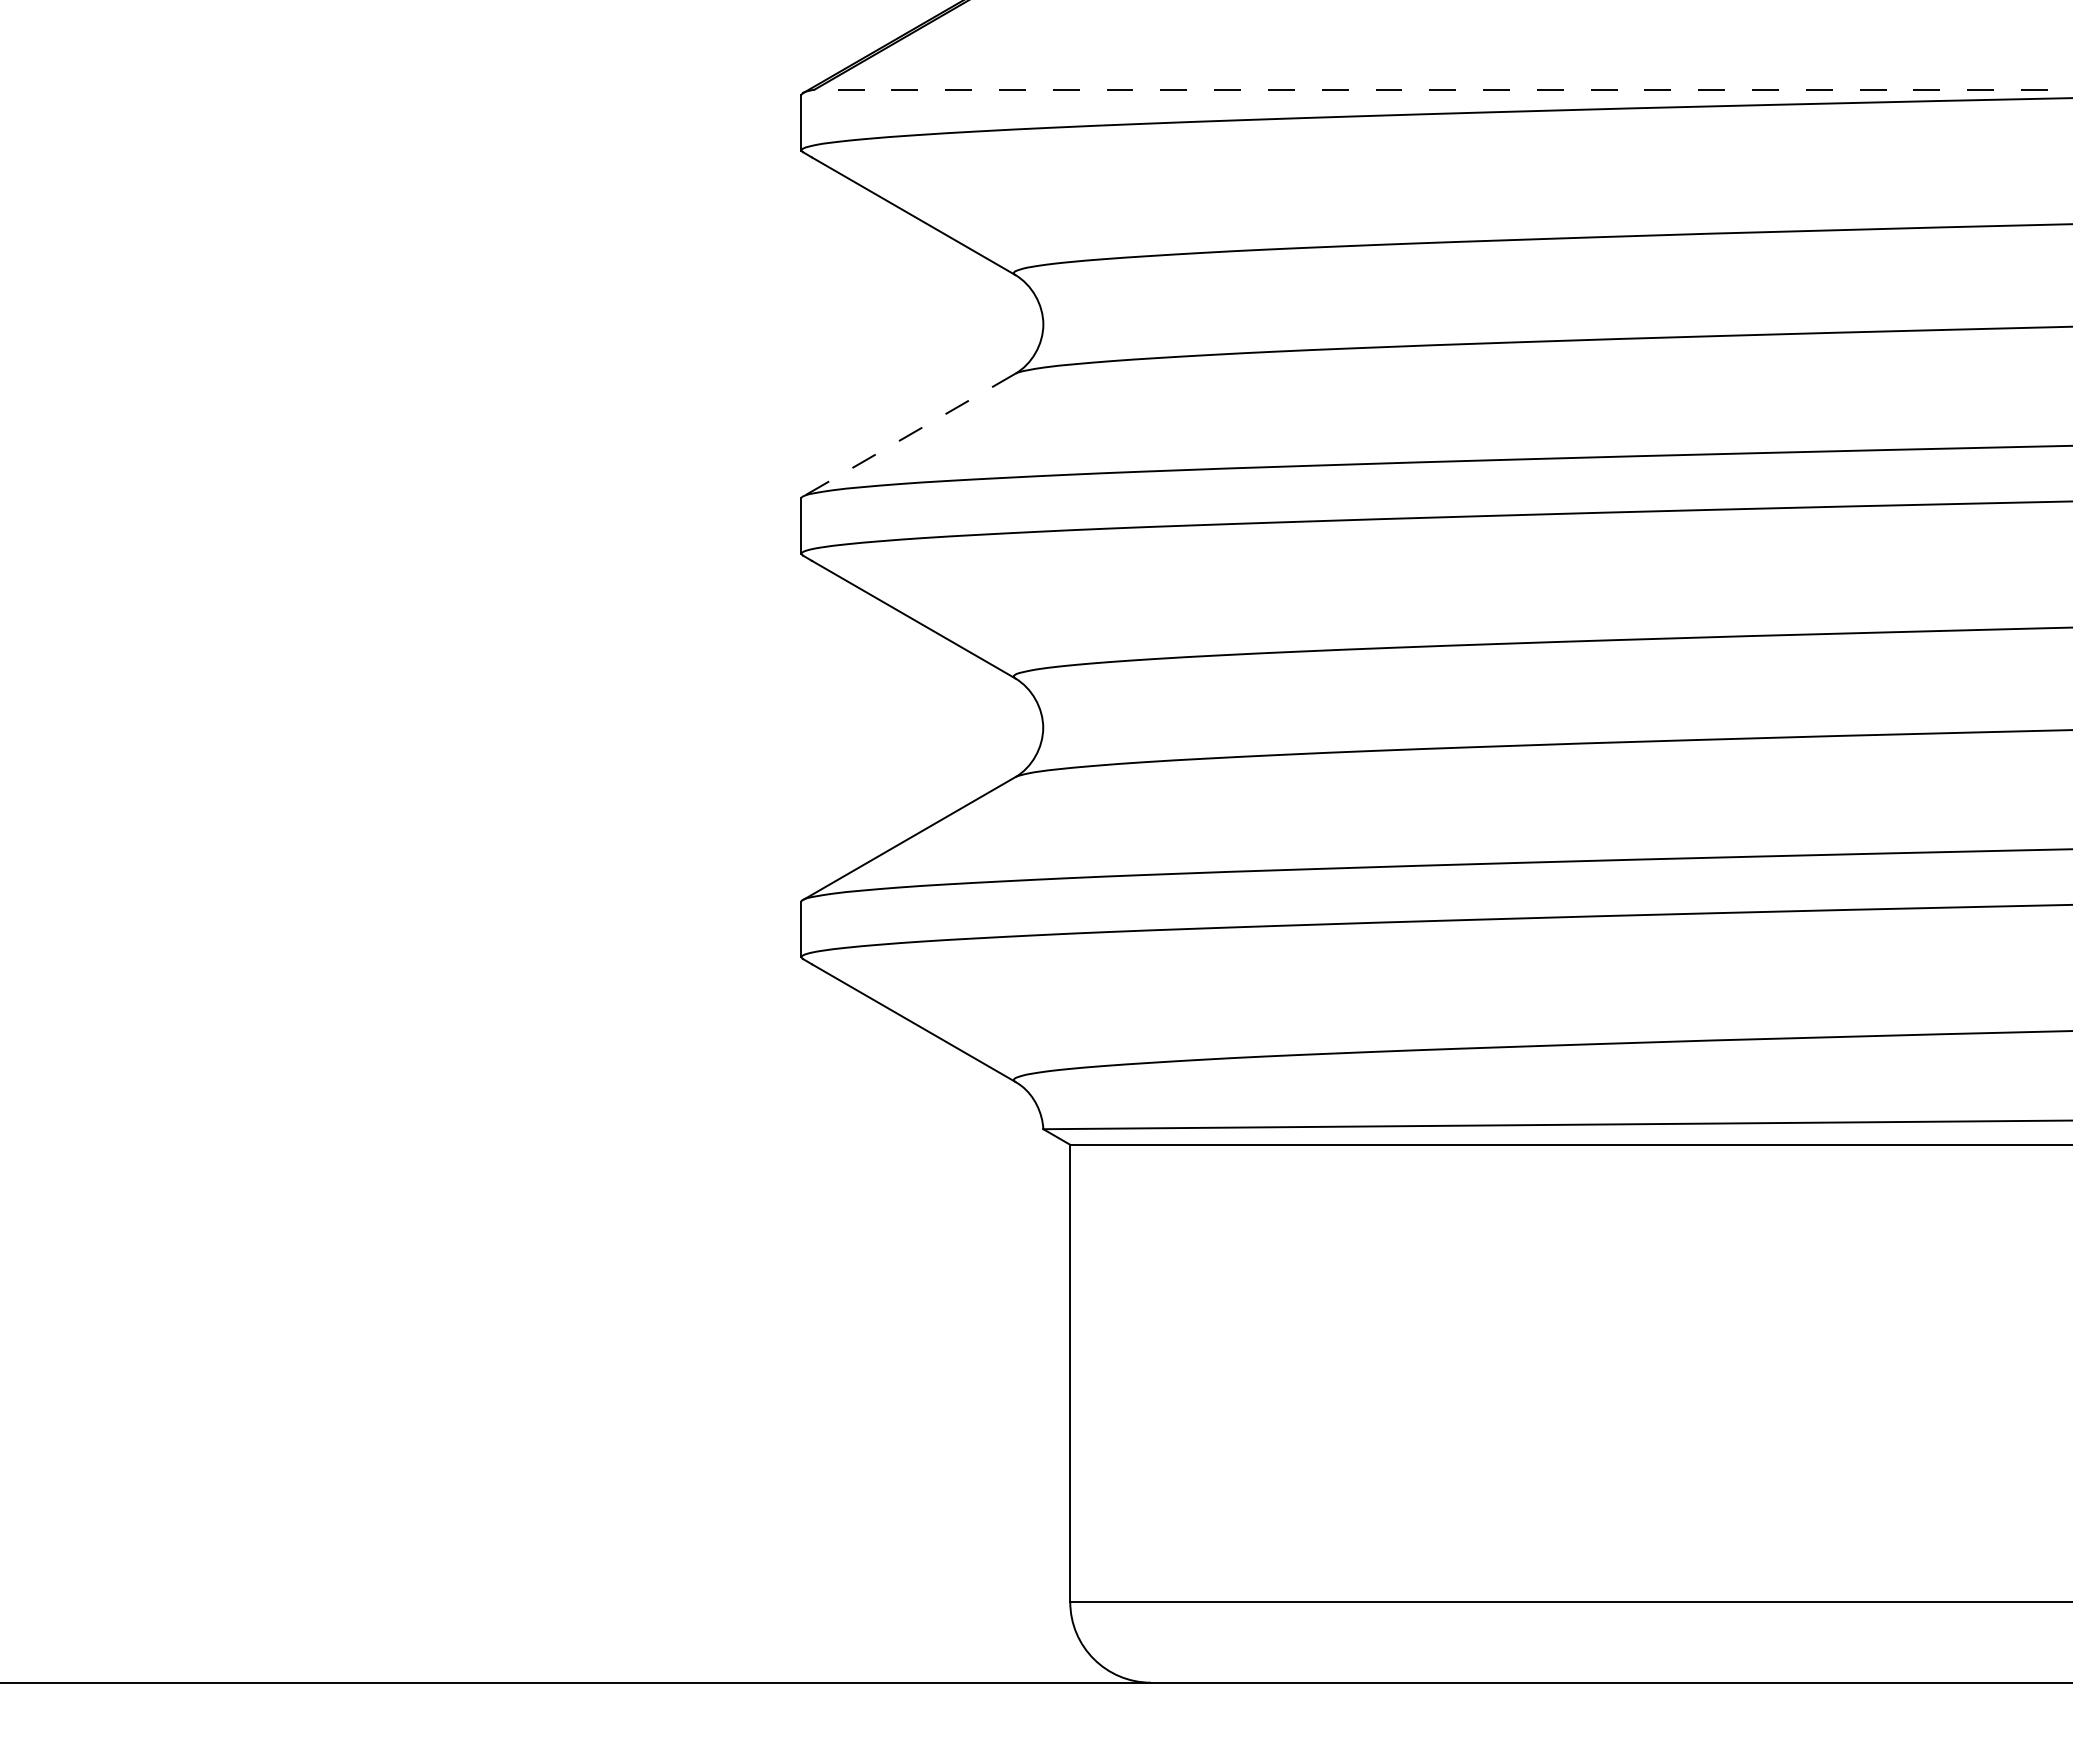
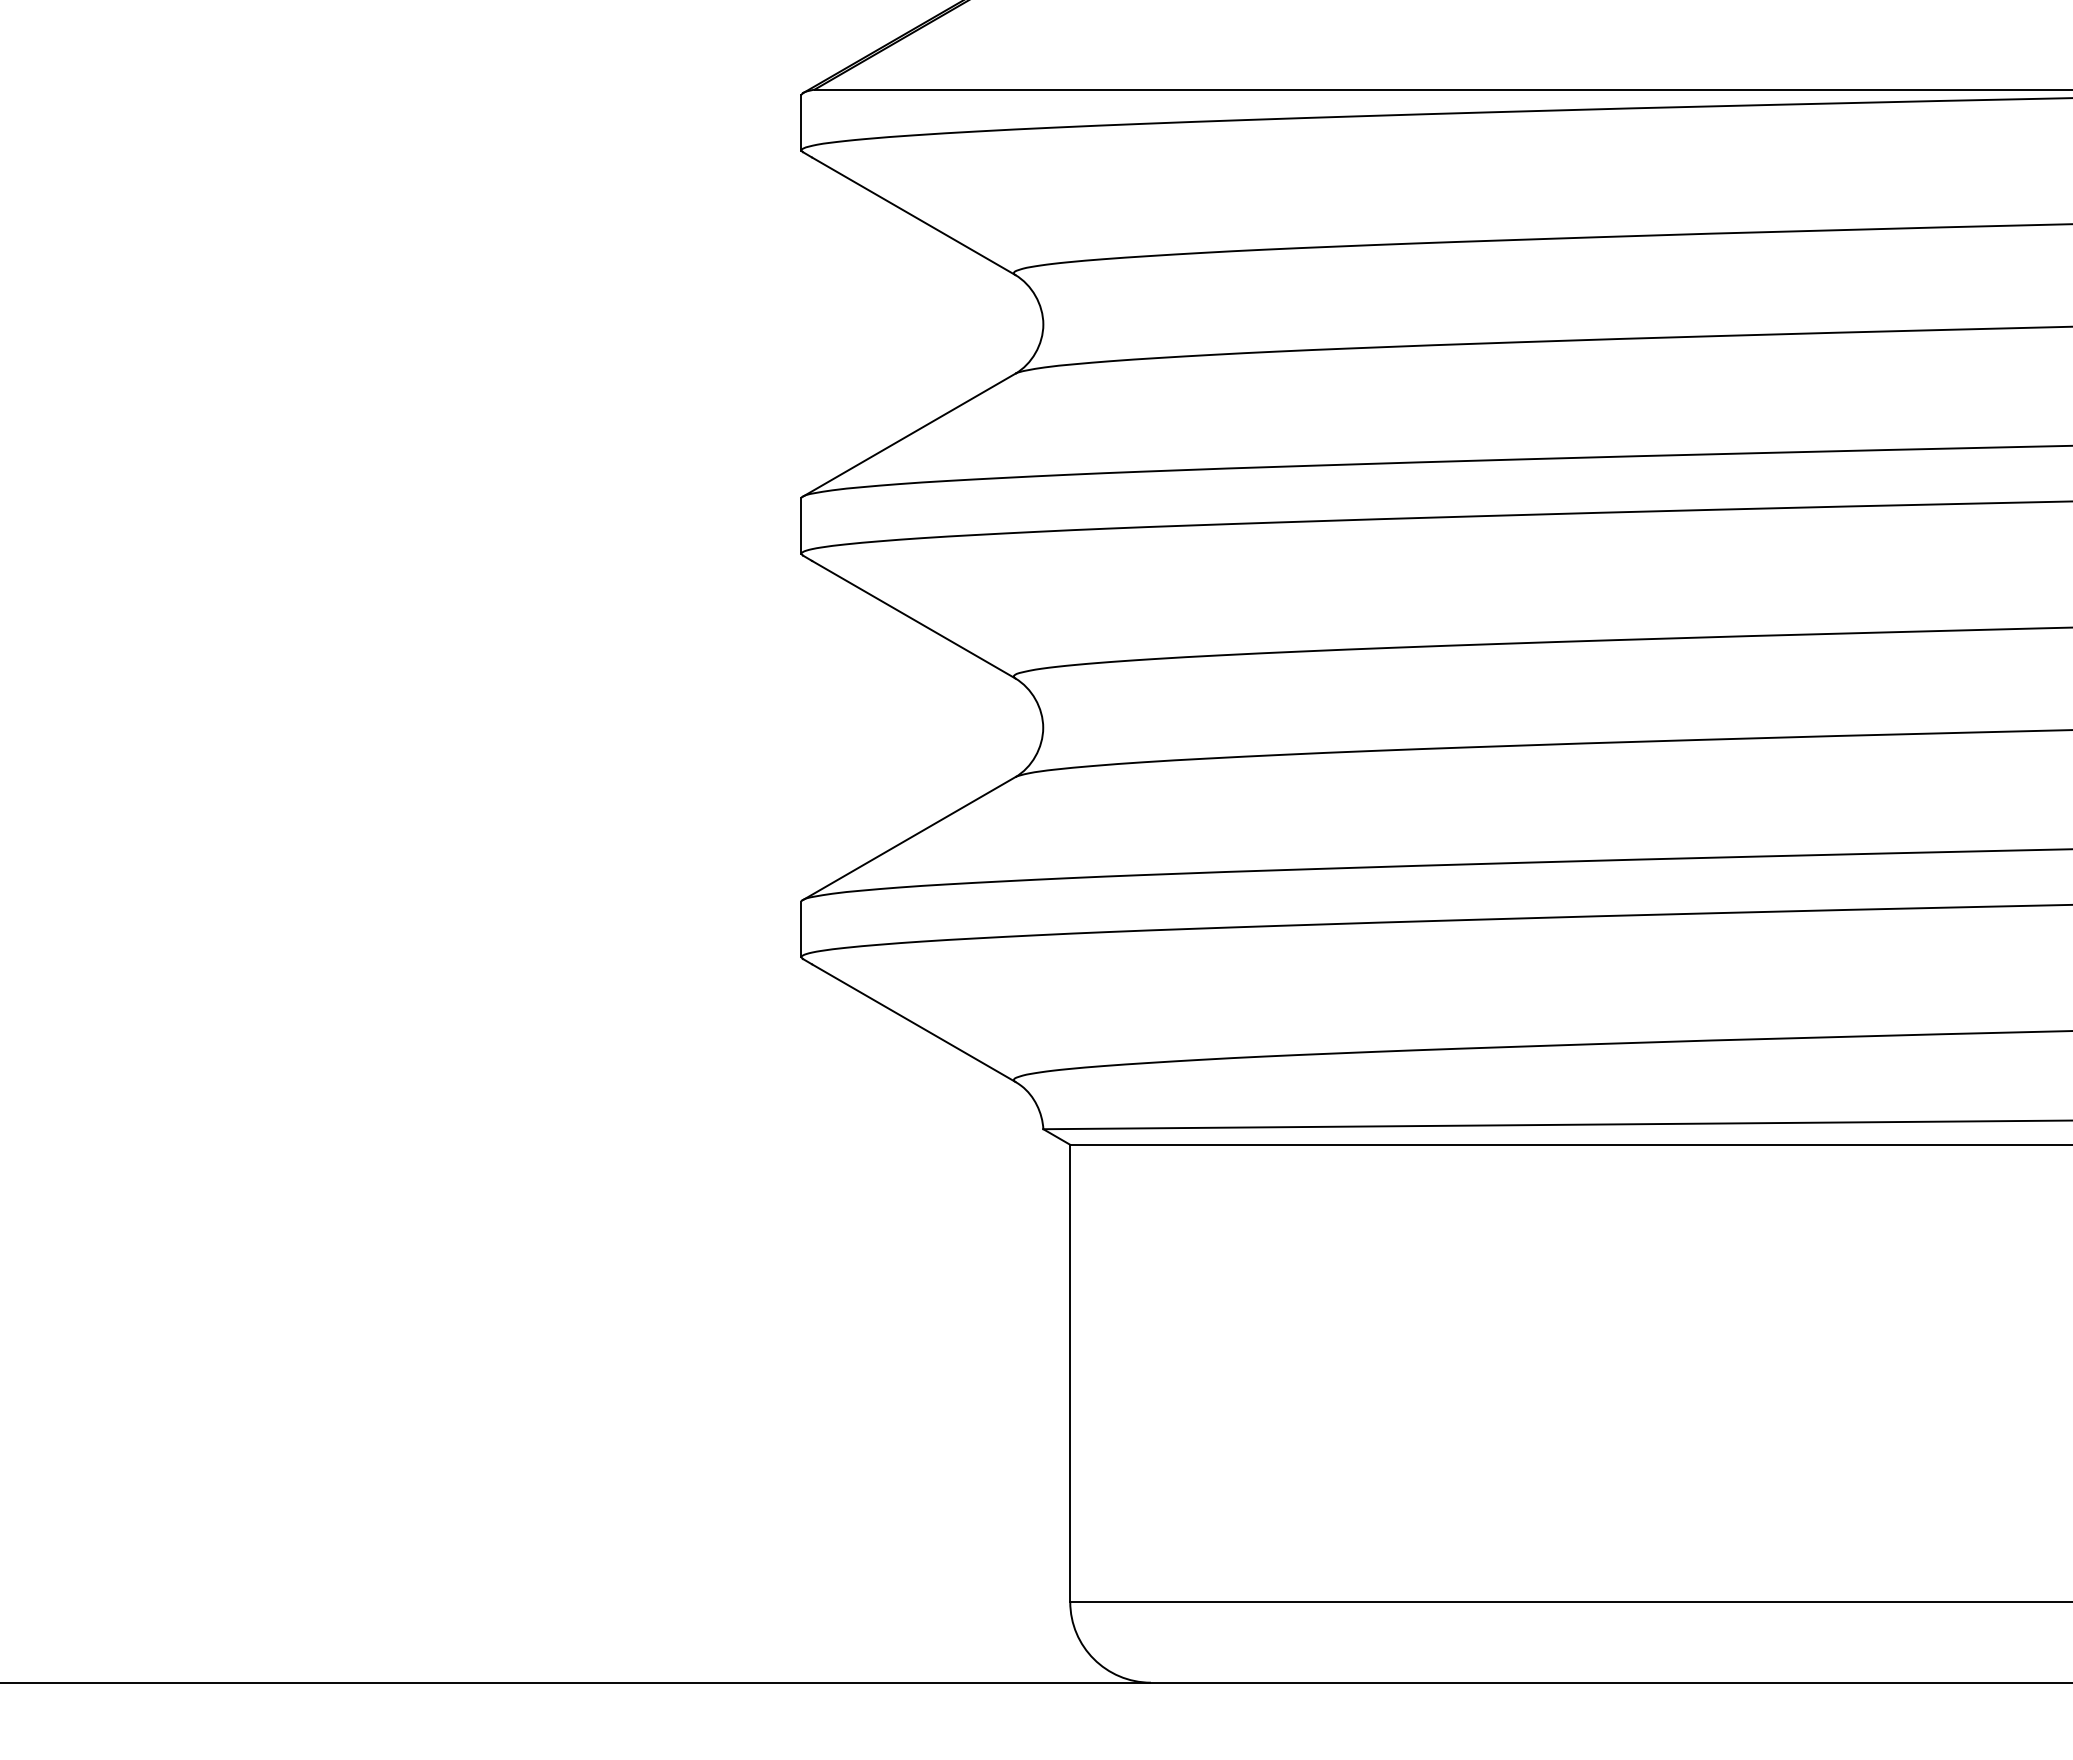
line at (1443, 89): dashed -> solid
line at (909, 435): dashed -> solid
